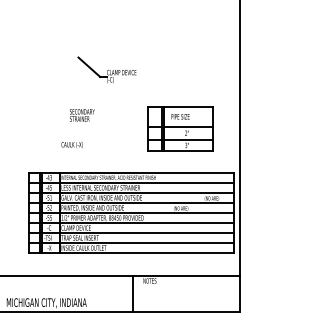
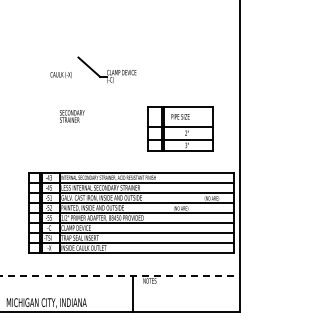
text at (82, 115) position: (82, 115) -> (72, 116)
text at (71, 145) position: (71, 145) -> (60, 75)
line at (120, 275): solid -> dashed
